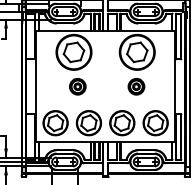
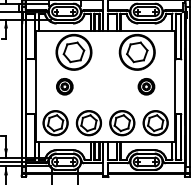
part at (77, 86) position: (77, 86) -> (64, 86)
part at (136, 86) position: (136, 86) -> (146, 86)
